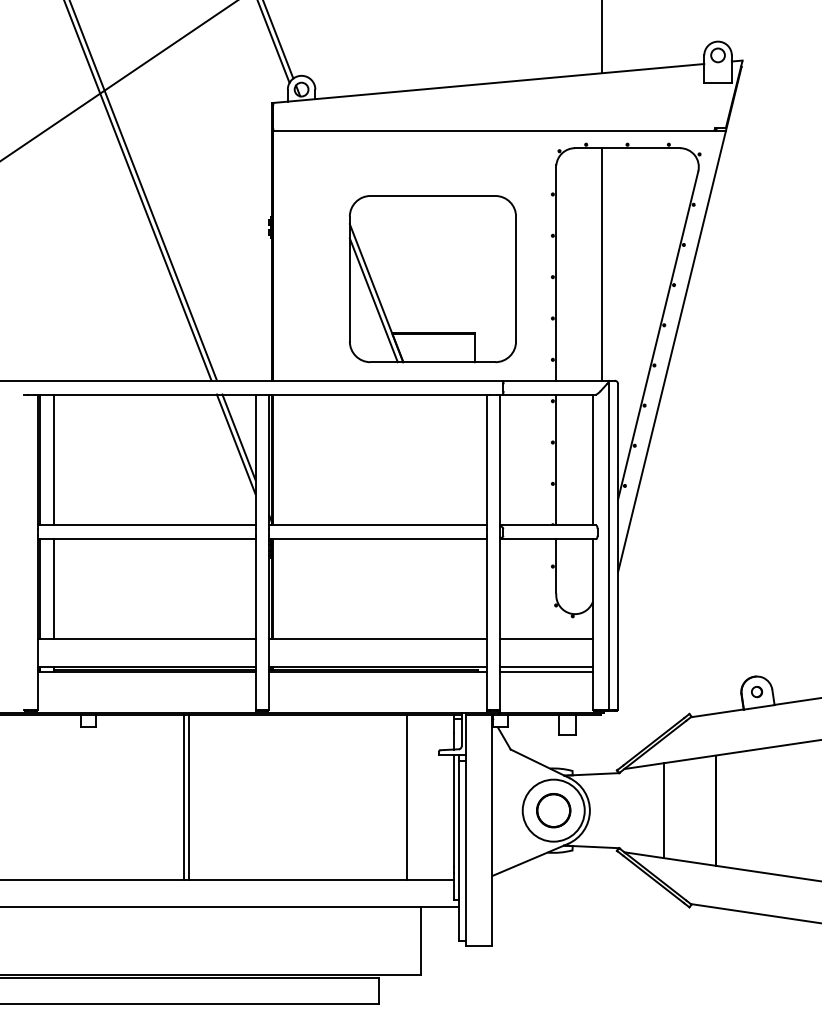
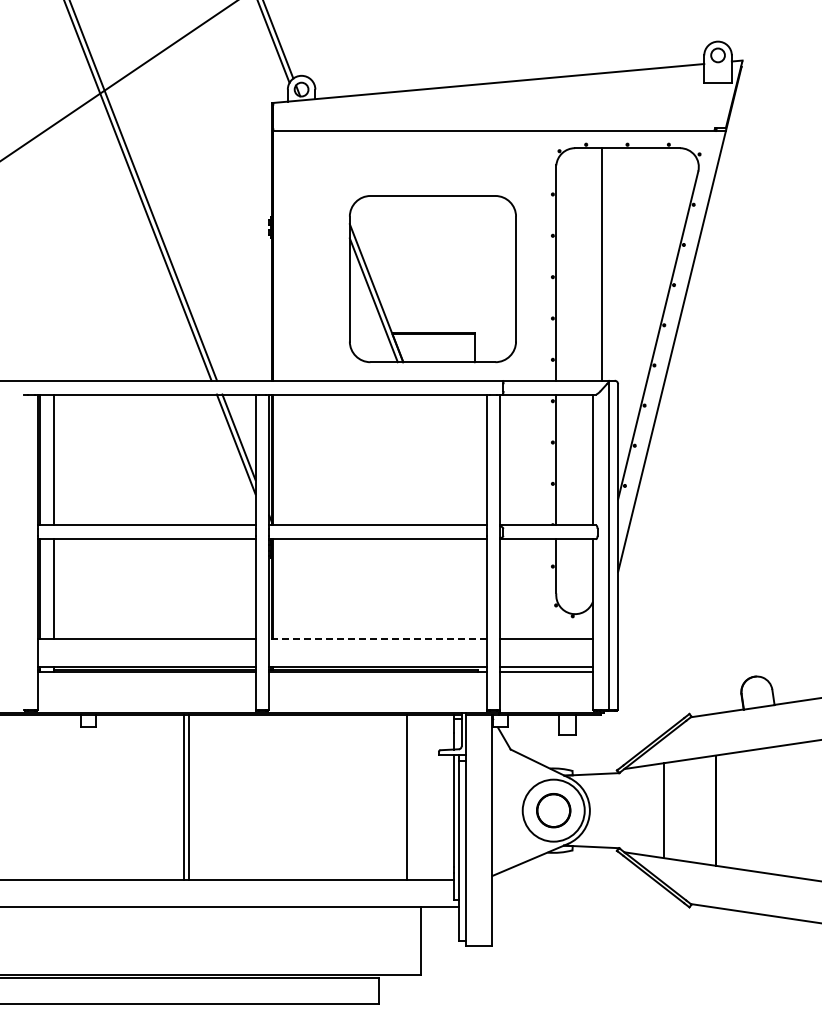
line at (601, 38): present -> none
line at (377, 639): solid -> dashed
part at (757, 692): present -> none
